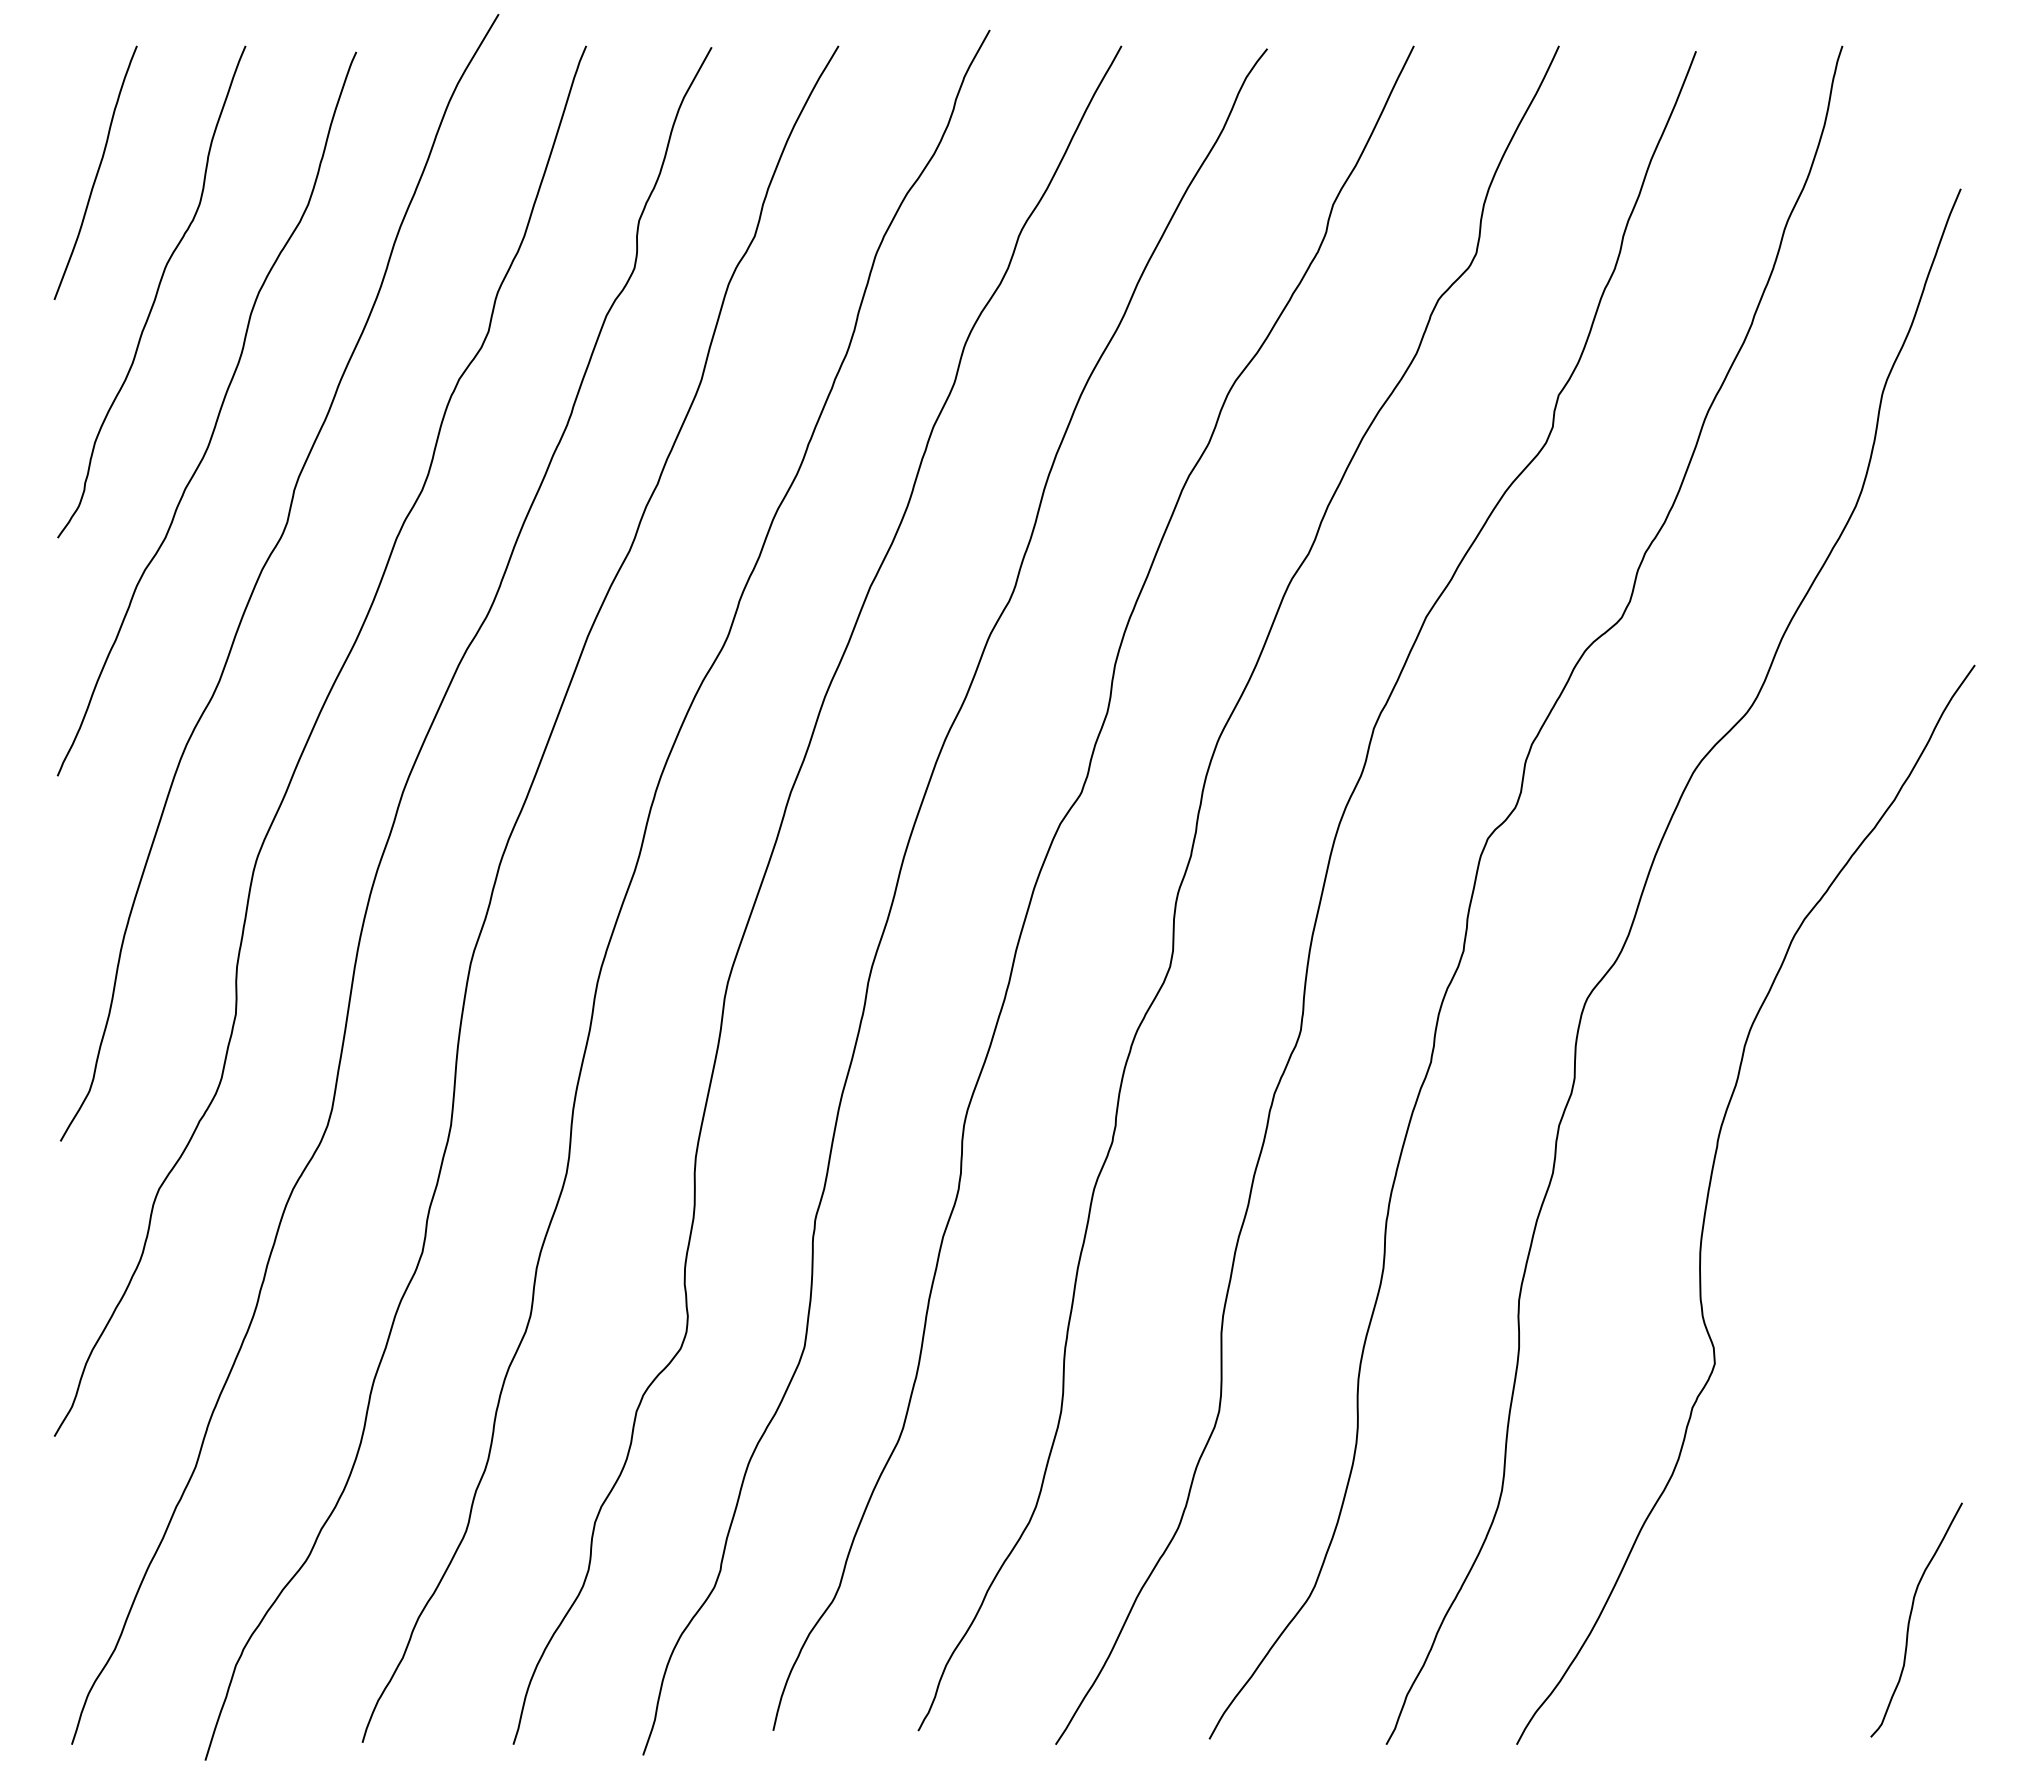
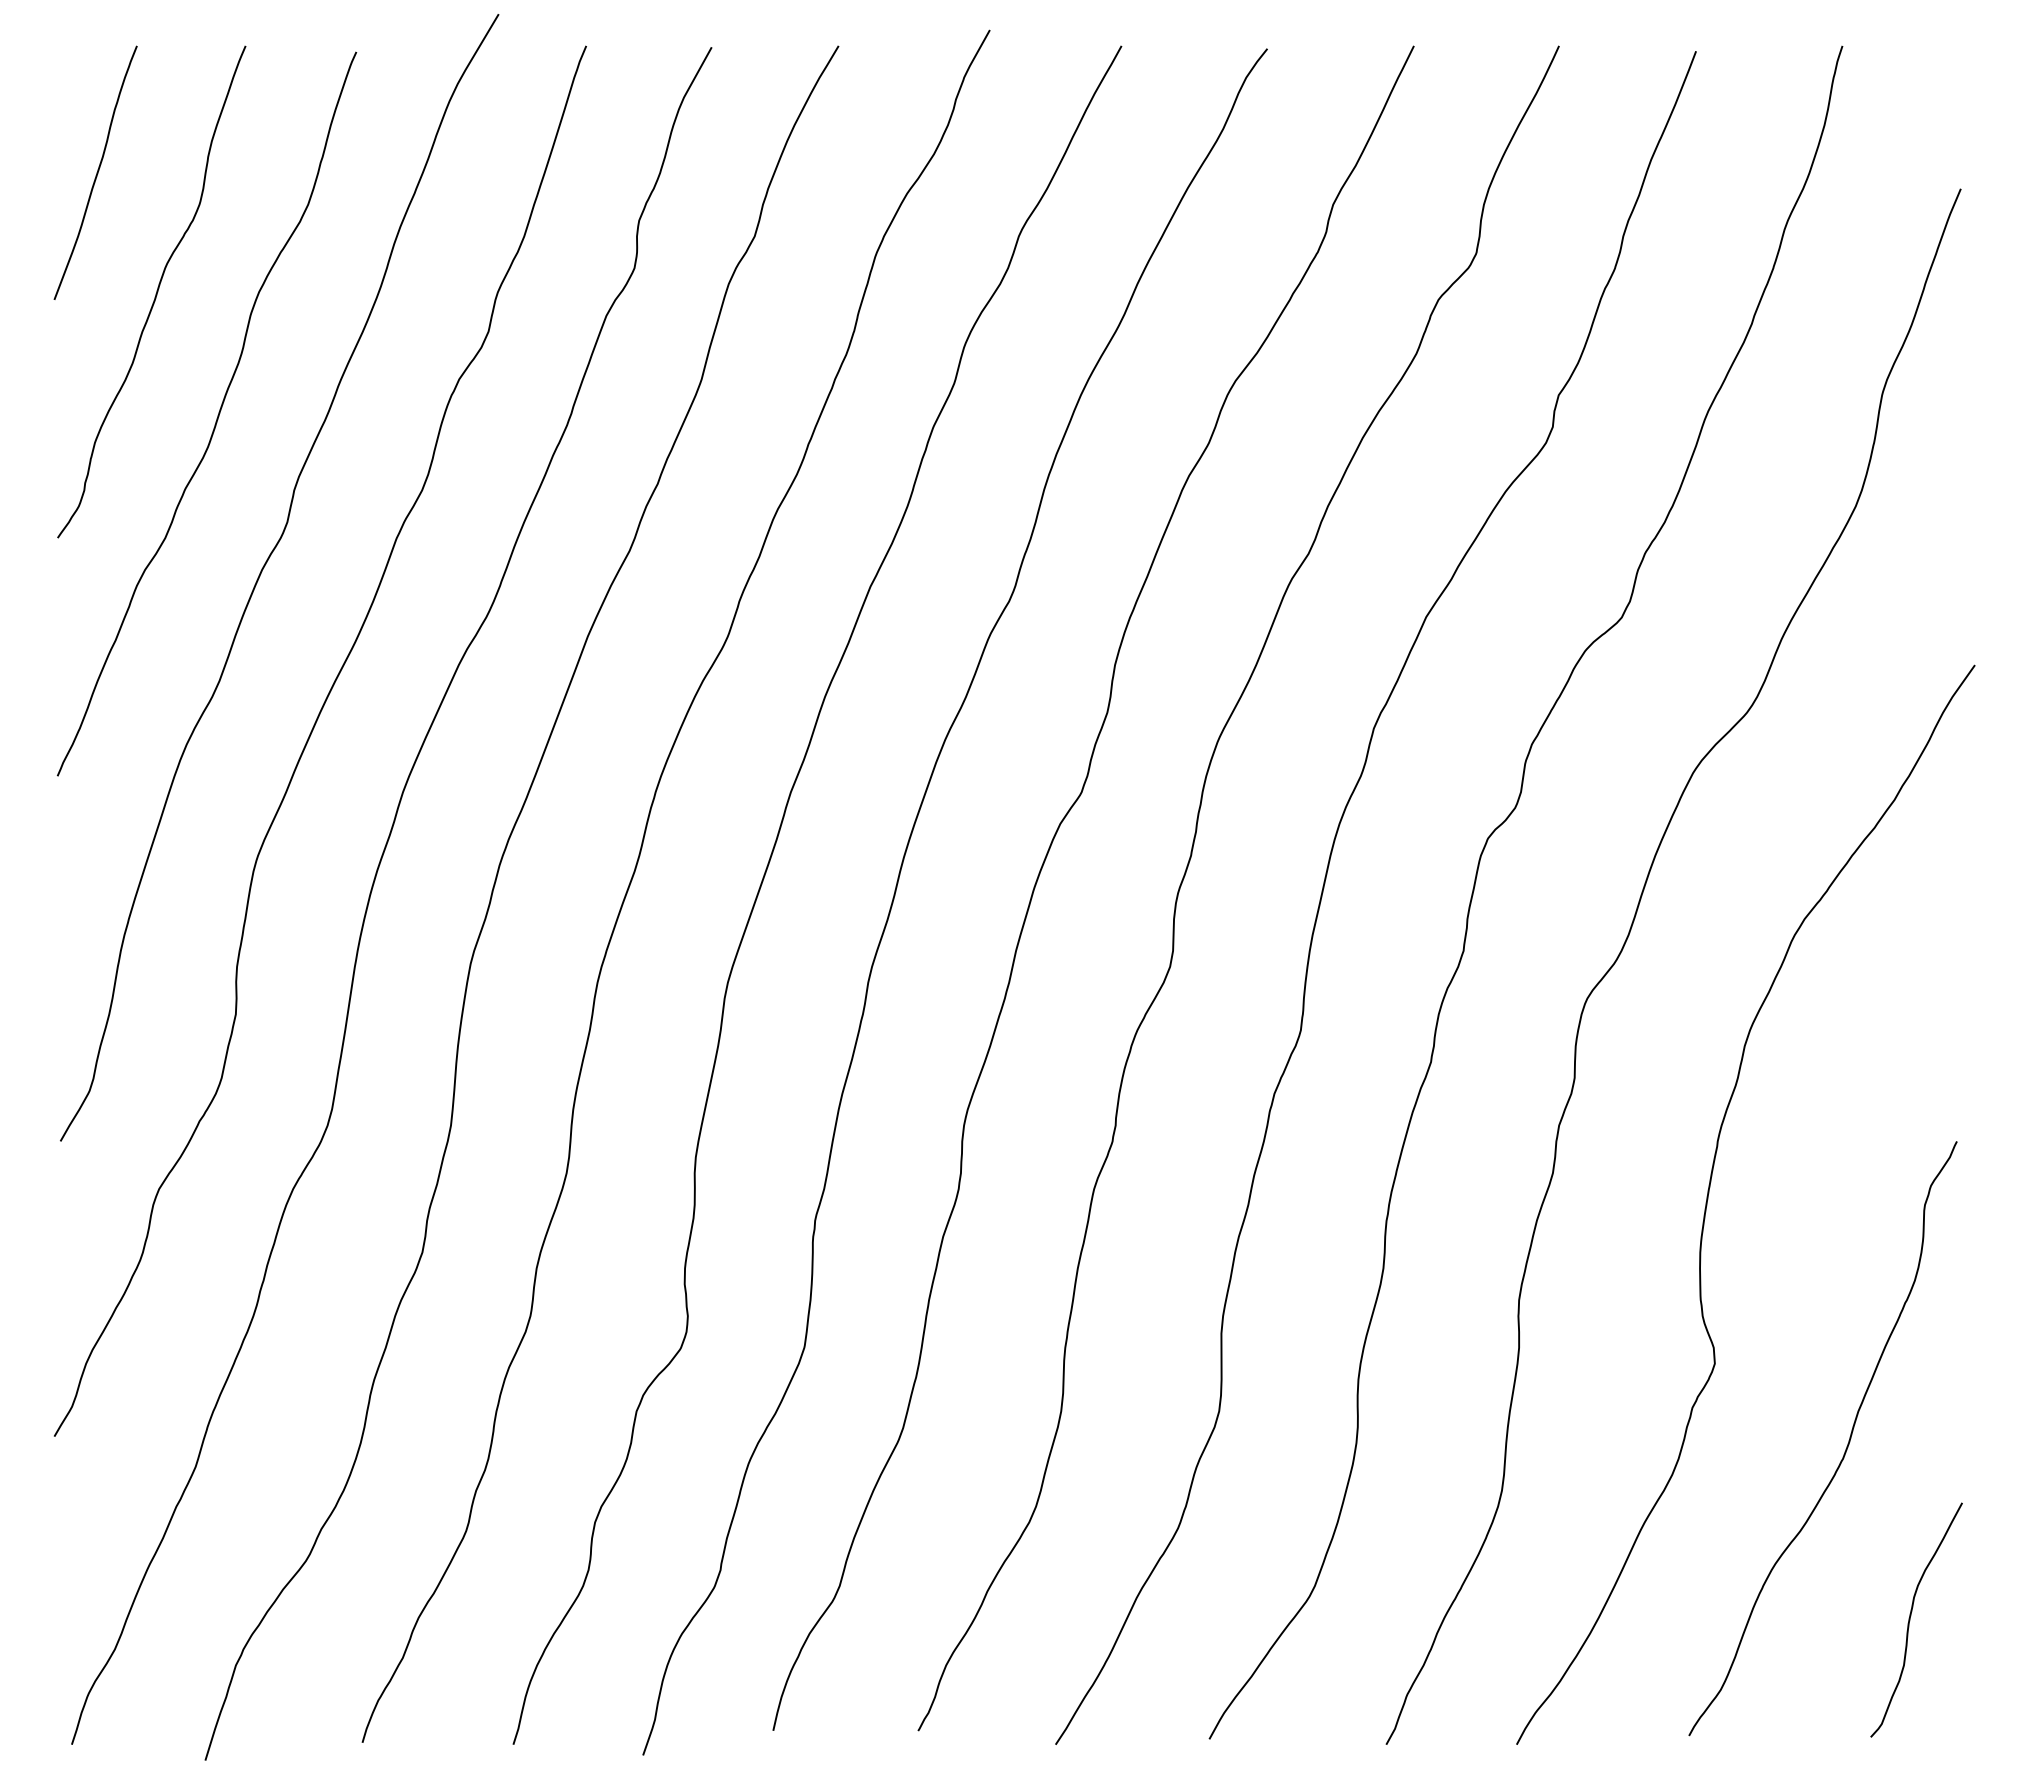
curve at (1846, 1446): none -> present
